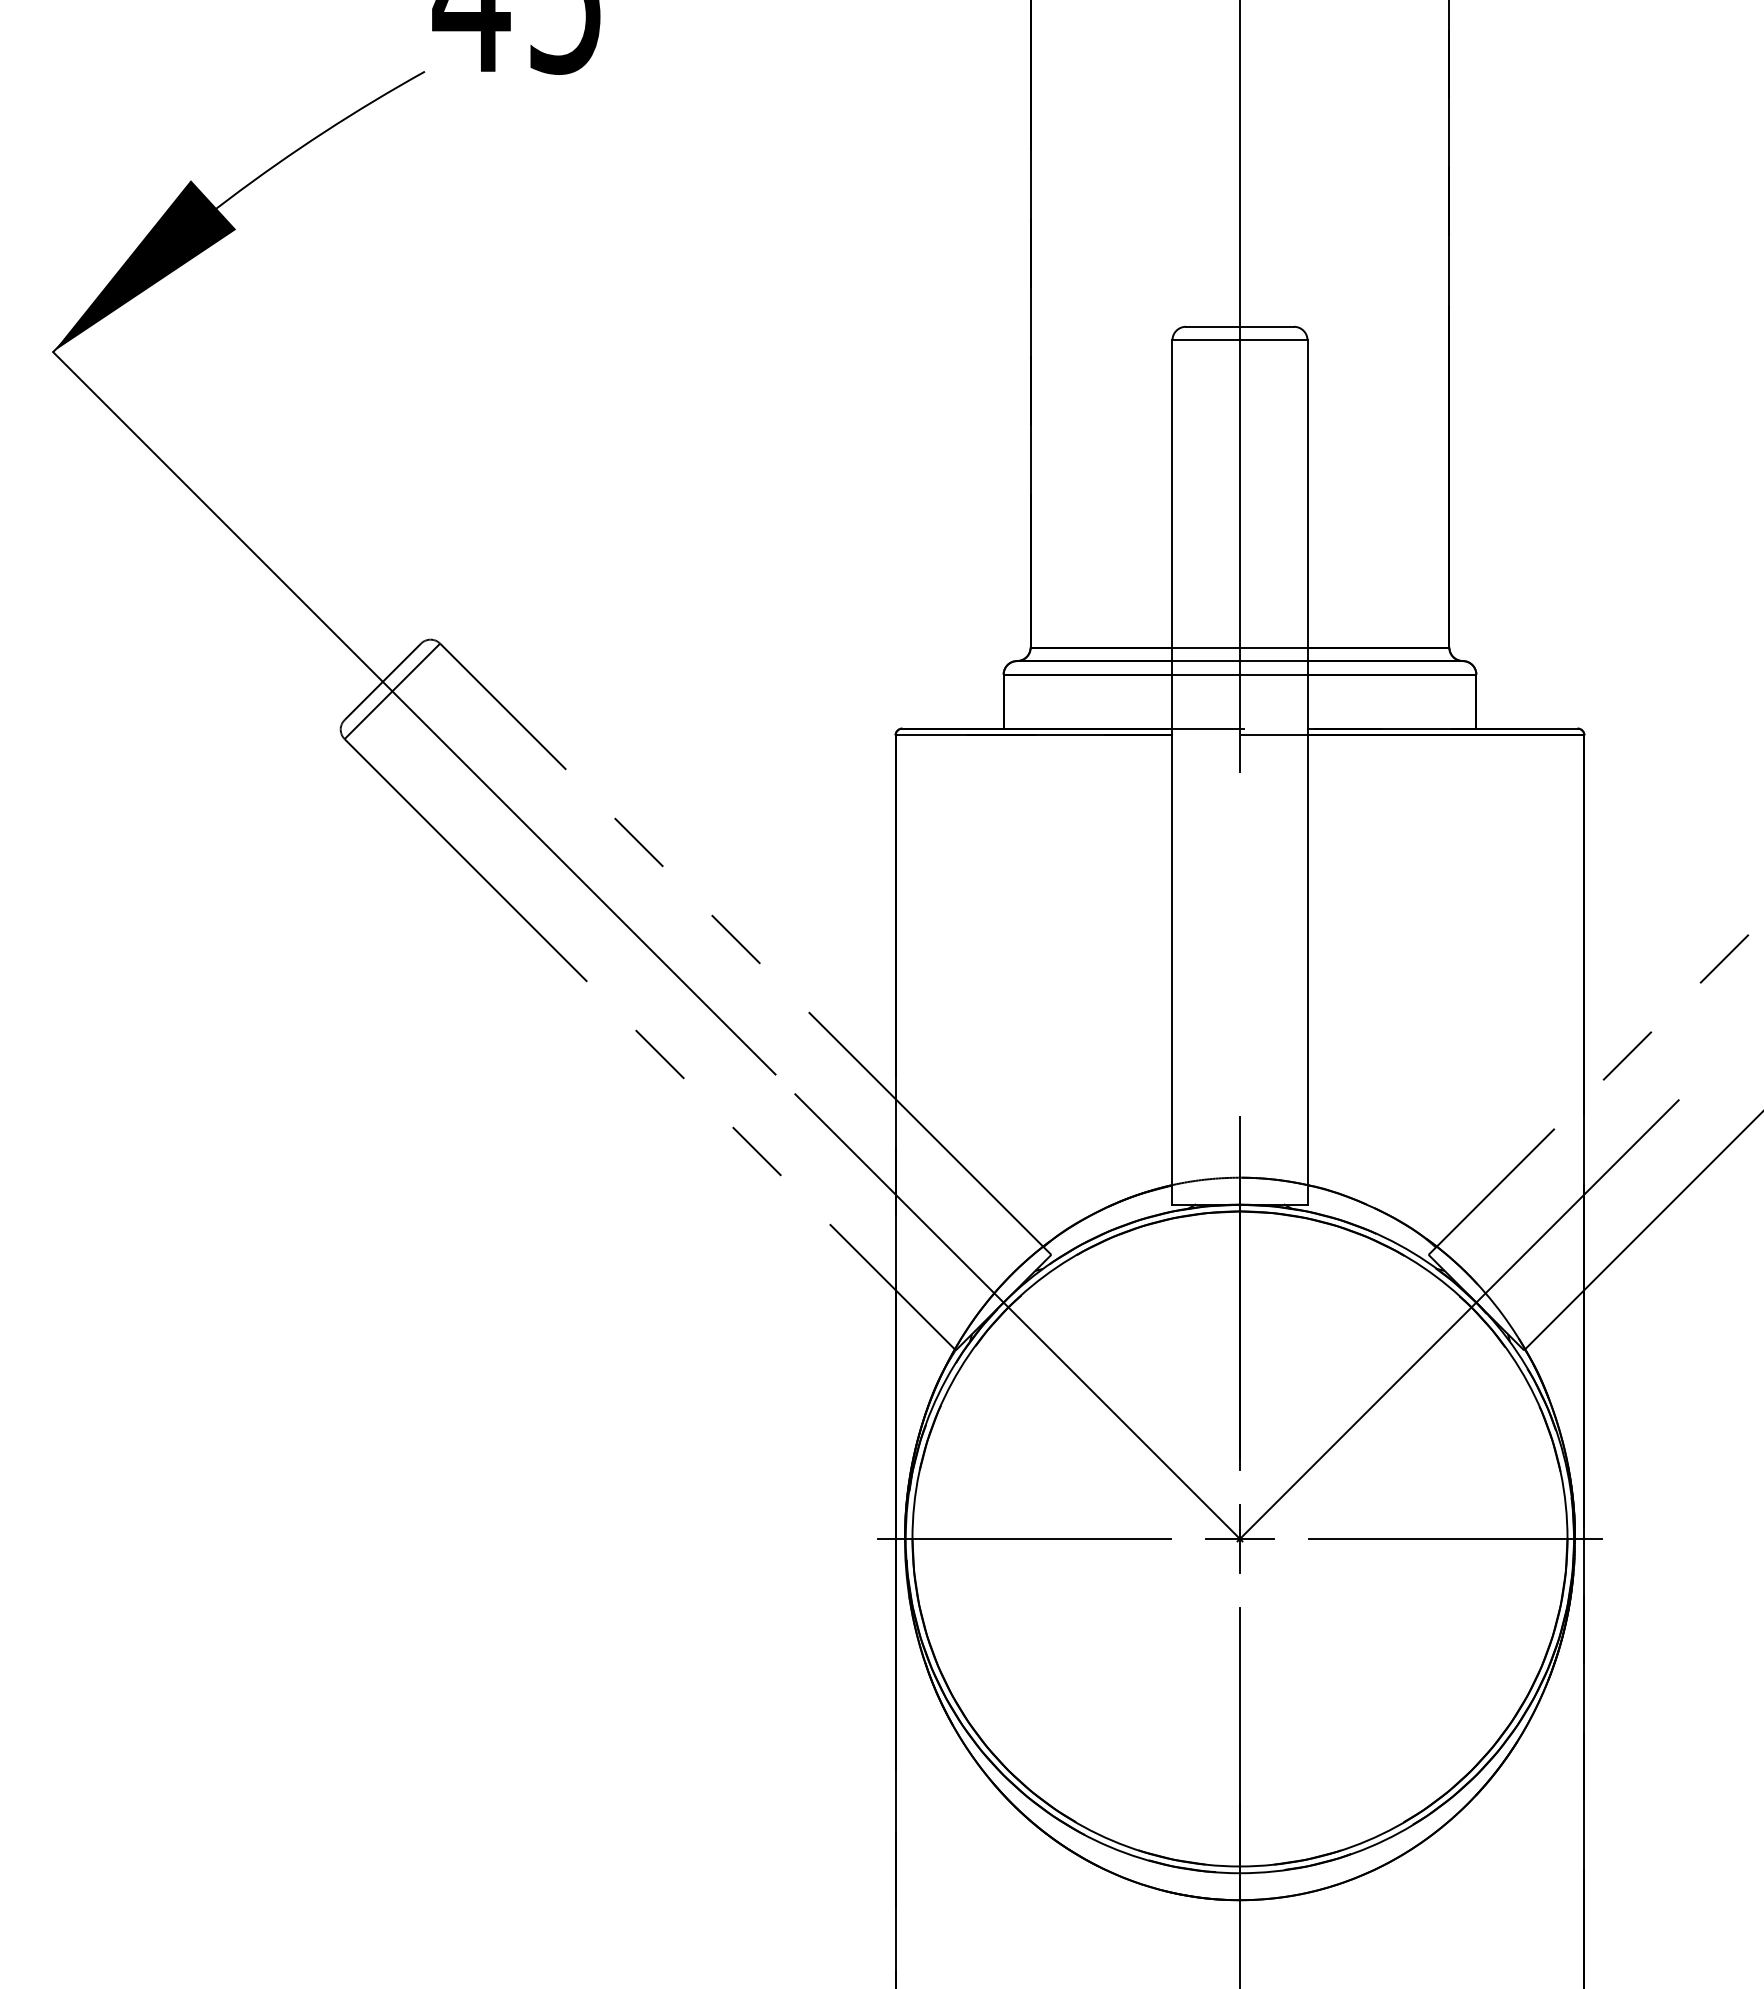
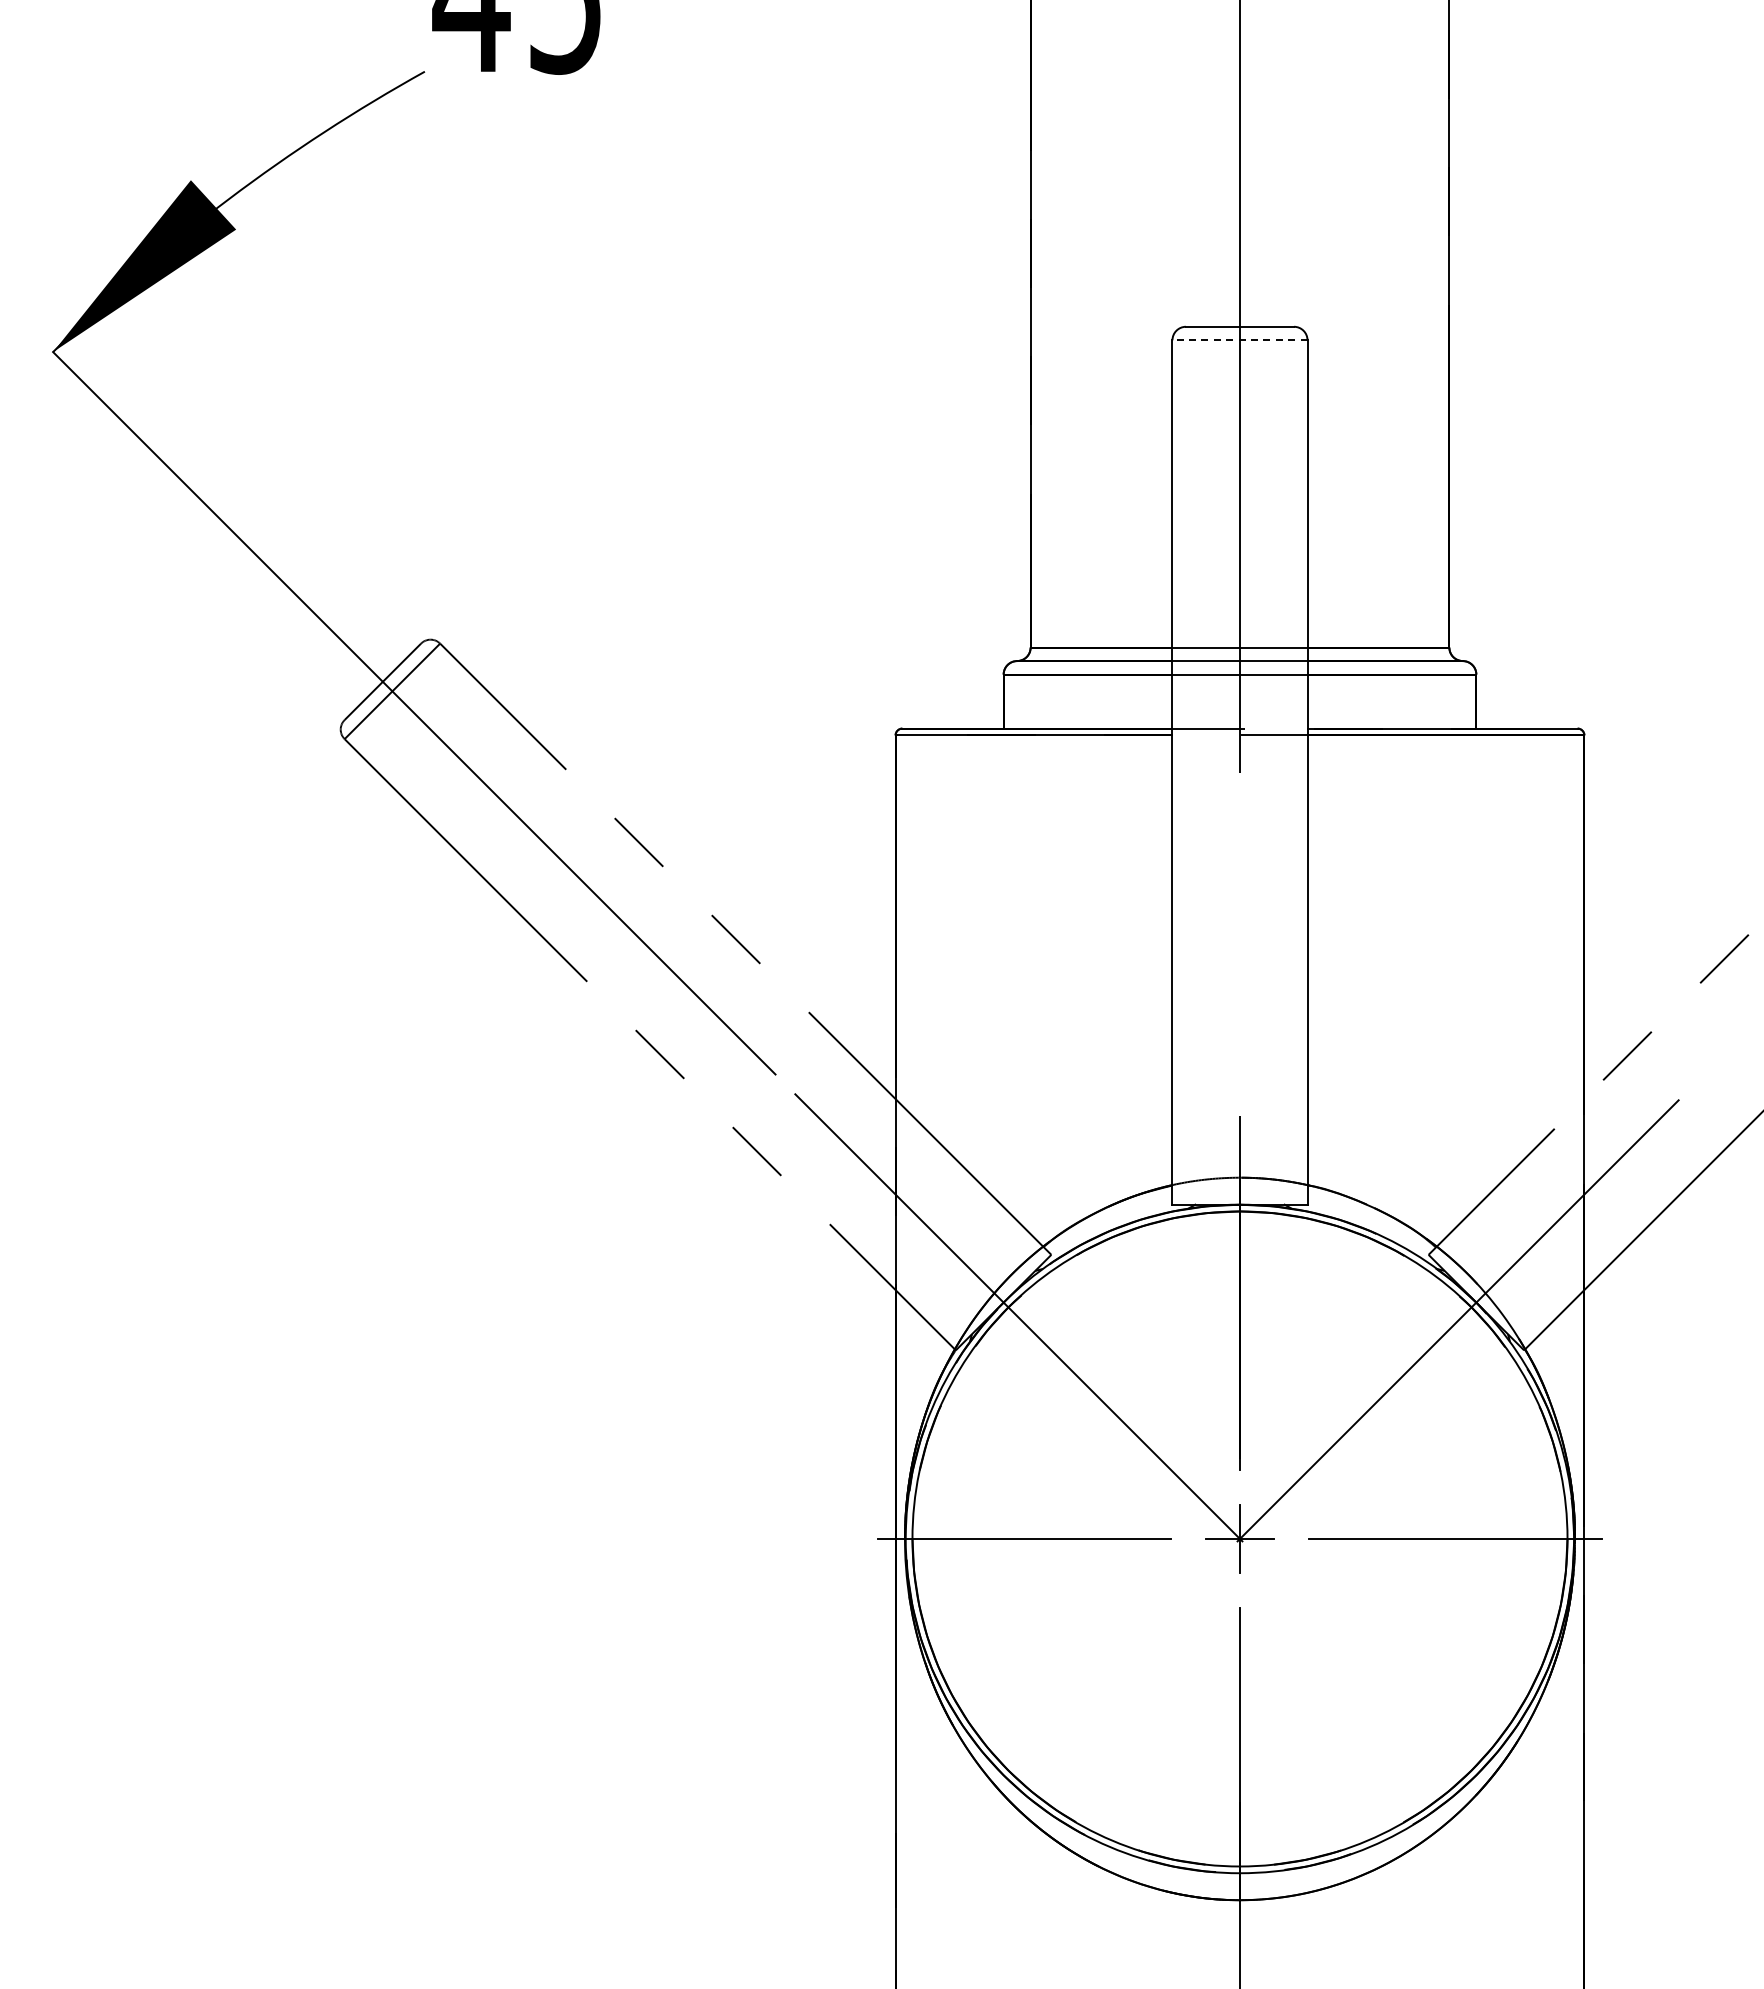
line at (1240, 340): solid -> dashed
